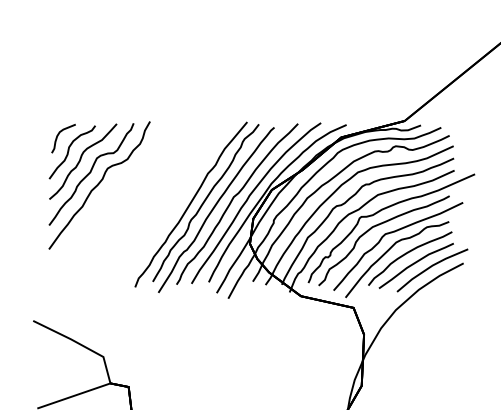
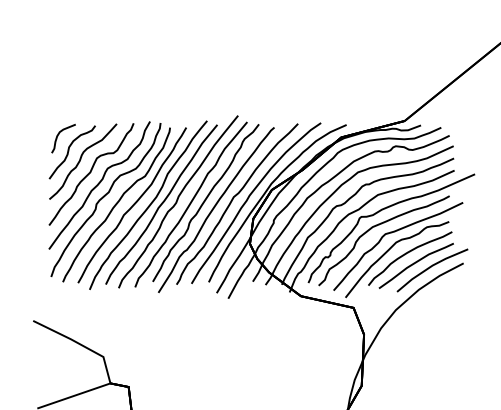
part at (144, 202): none -> present
